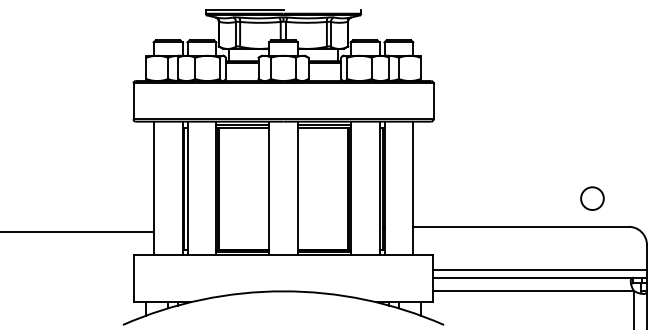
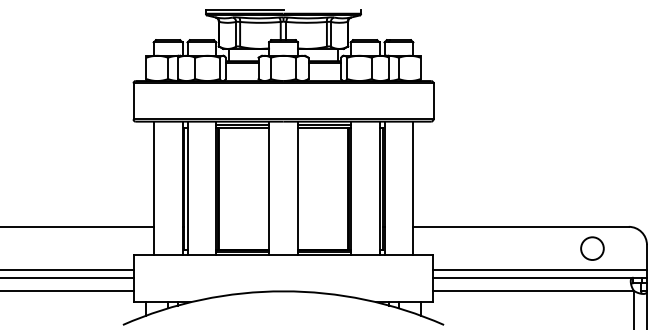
circle at (592, 198) position: (592, 198) -> (592, 248)
line at (77, 231) position: (77, 231) -> (77, 226)
line at (67, 270): none -> present
line at (67, 277): none -> present
line at (67, 290): none -> present
